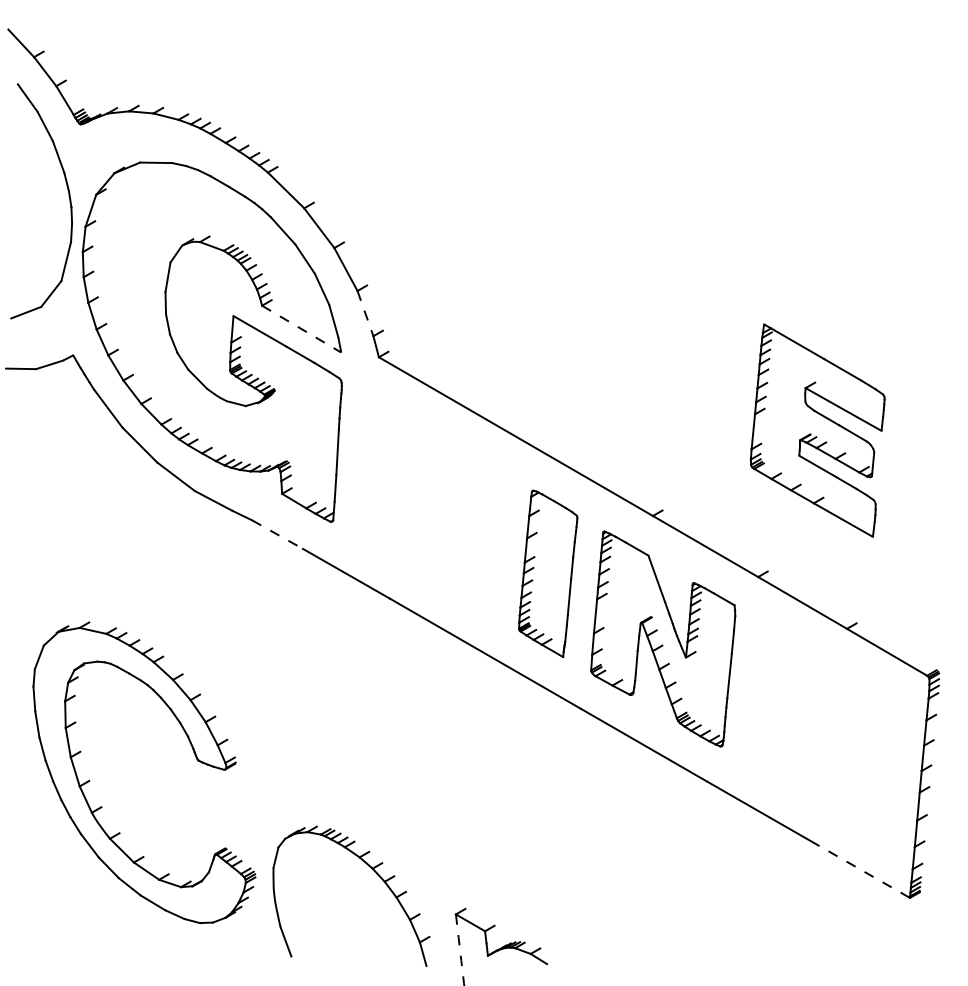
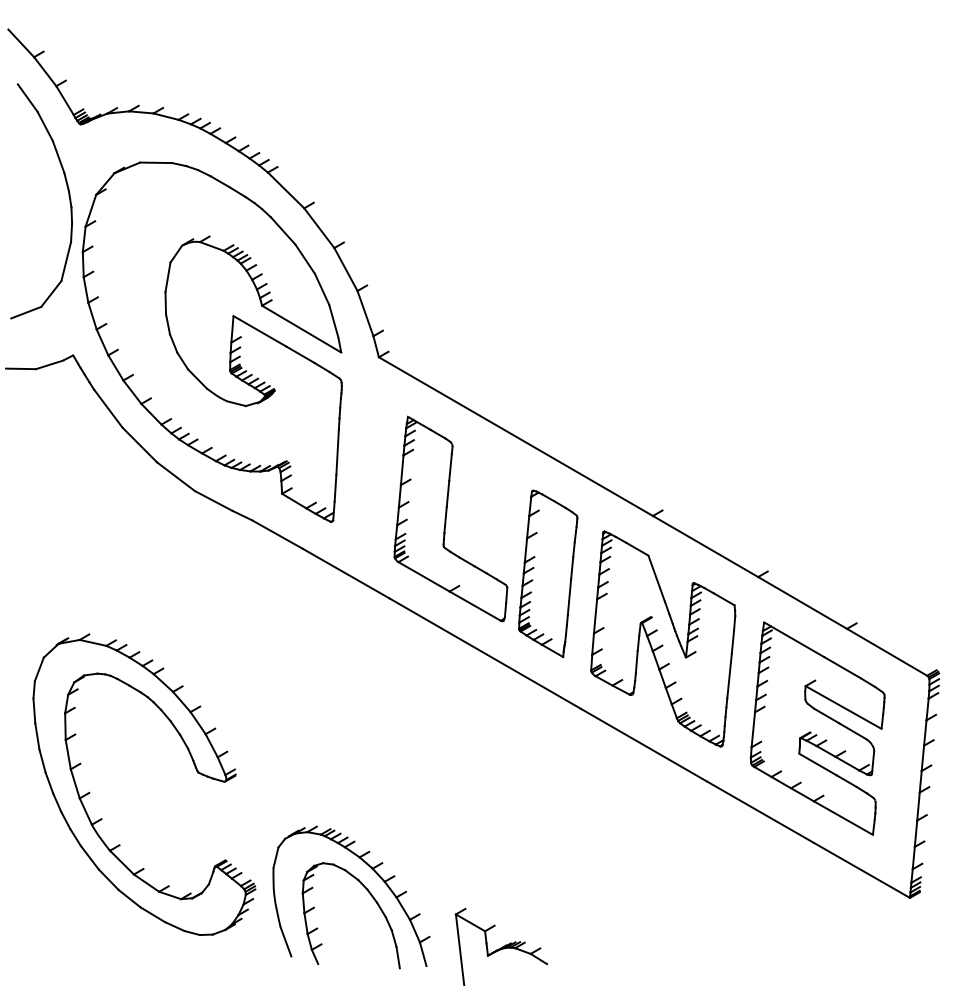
line at (365, 313): dashed -> solid
line at (301, 329): dashed -> solid
part at (817, 430) position: (817, 430) -> (817, 728)
part at (450, 518): none -> present
line at (277, 534): dashed -> solid
part at (194, 755) position: (194, 755) -> (194, 767)
line at (861, 869): dashed -> solid
part at (372, 898): none -> present
arc at (460, 950): dashed -> solid
